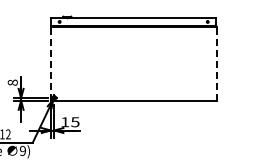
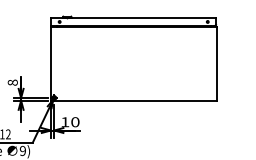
line at (50, 63): dashed -> solid
line at (216, 63): dashed -> solid
text at (75, 122): 15 -> 10
